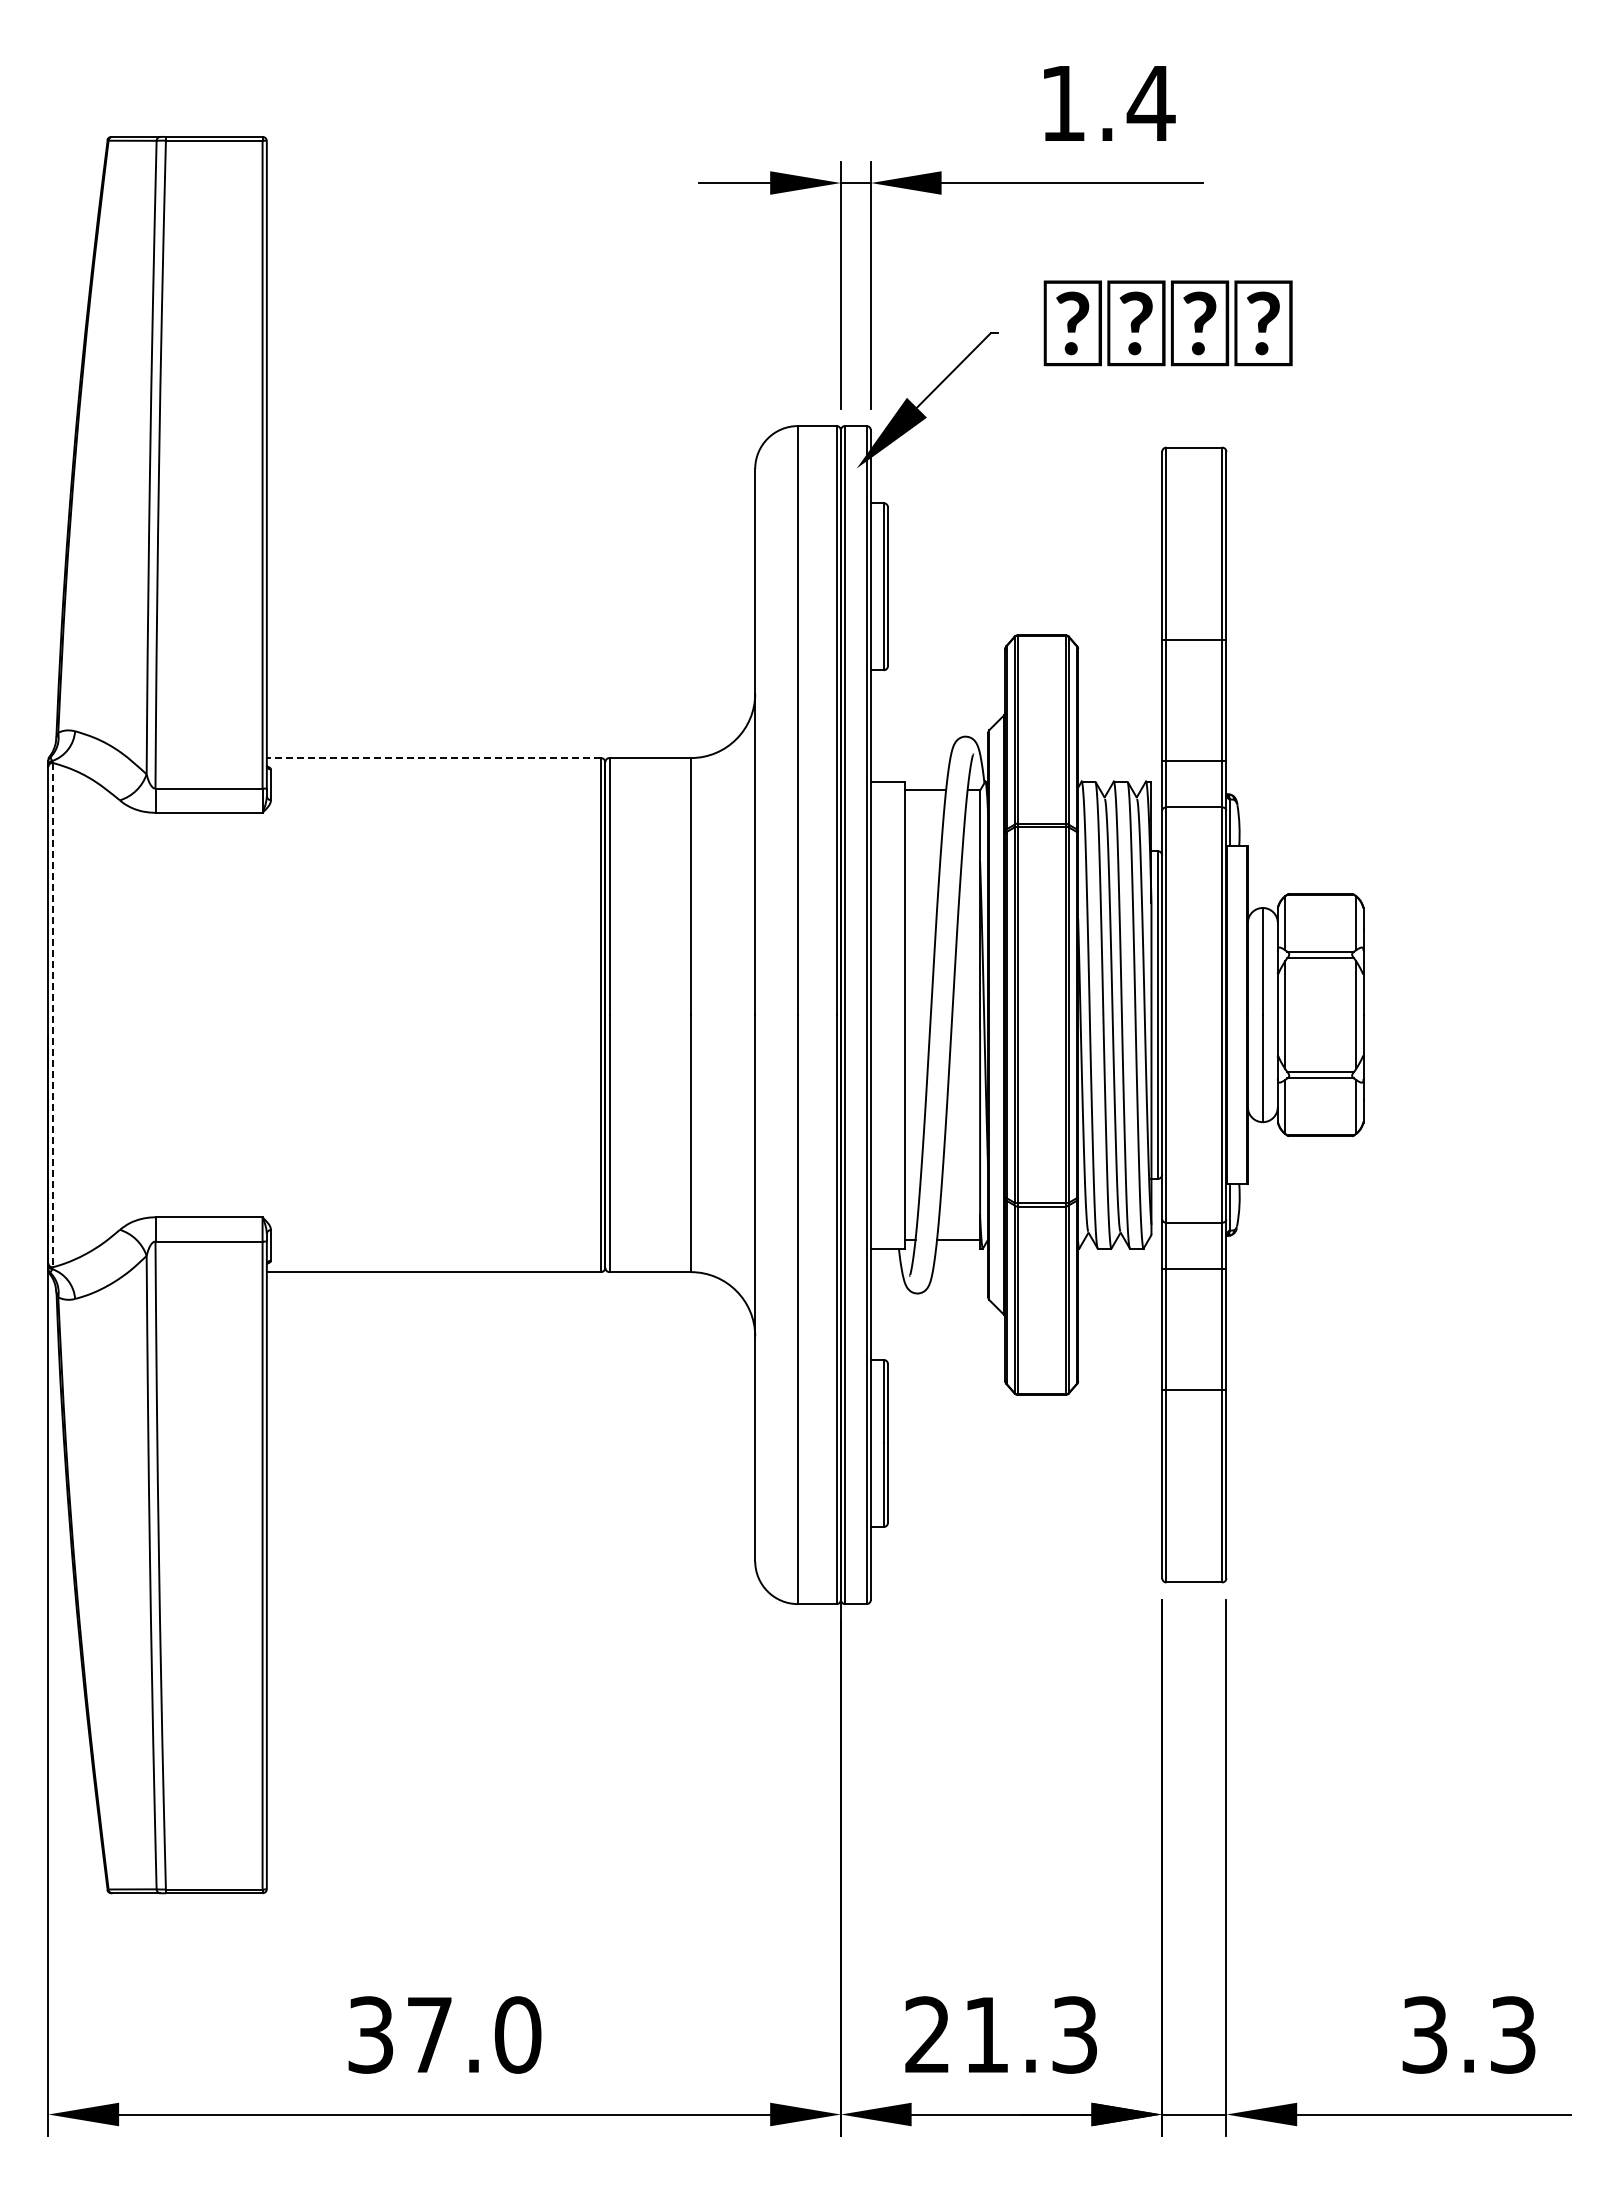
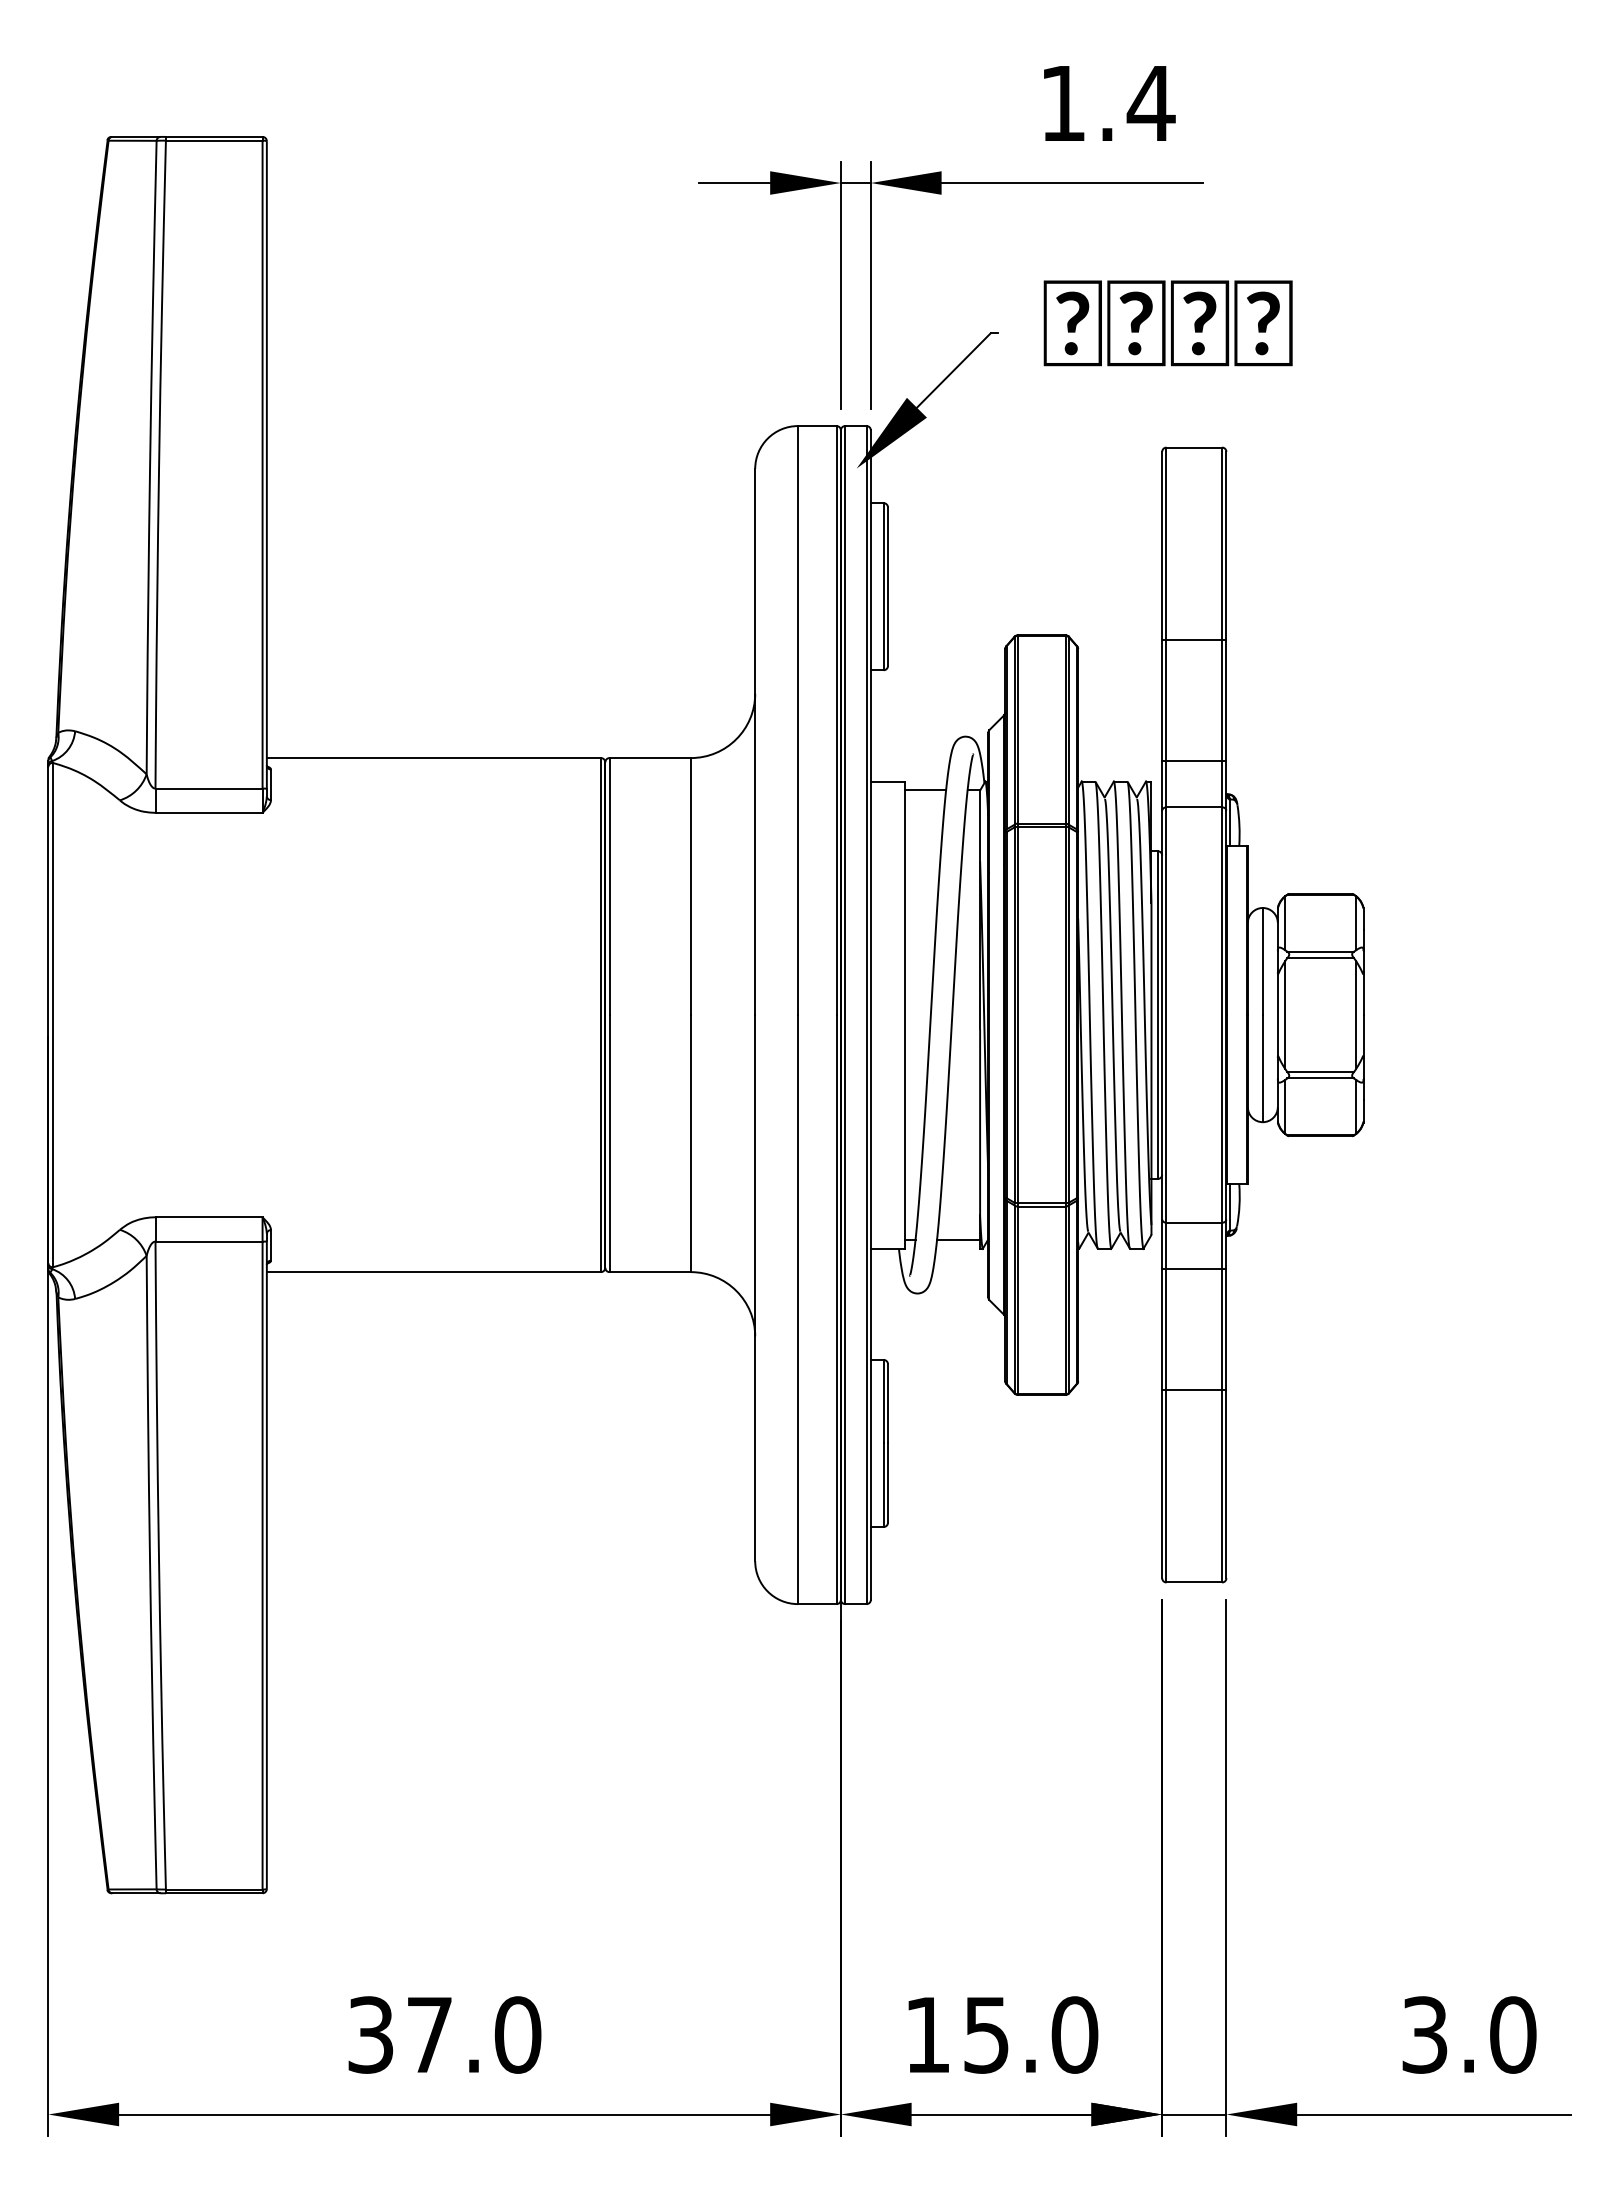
line at (433, 758): dashed -> solid
line at (52, 1015): dashed -> solid
text at (1001, 2034): 21.3 -> 15.0
text at (1513, 2034): 3.3 -> 3.0
